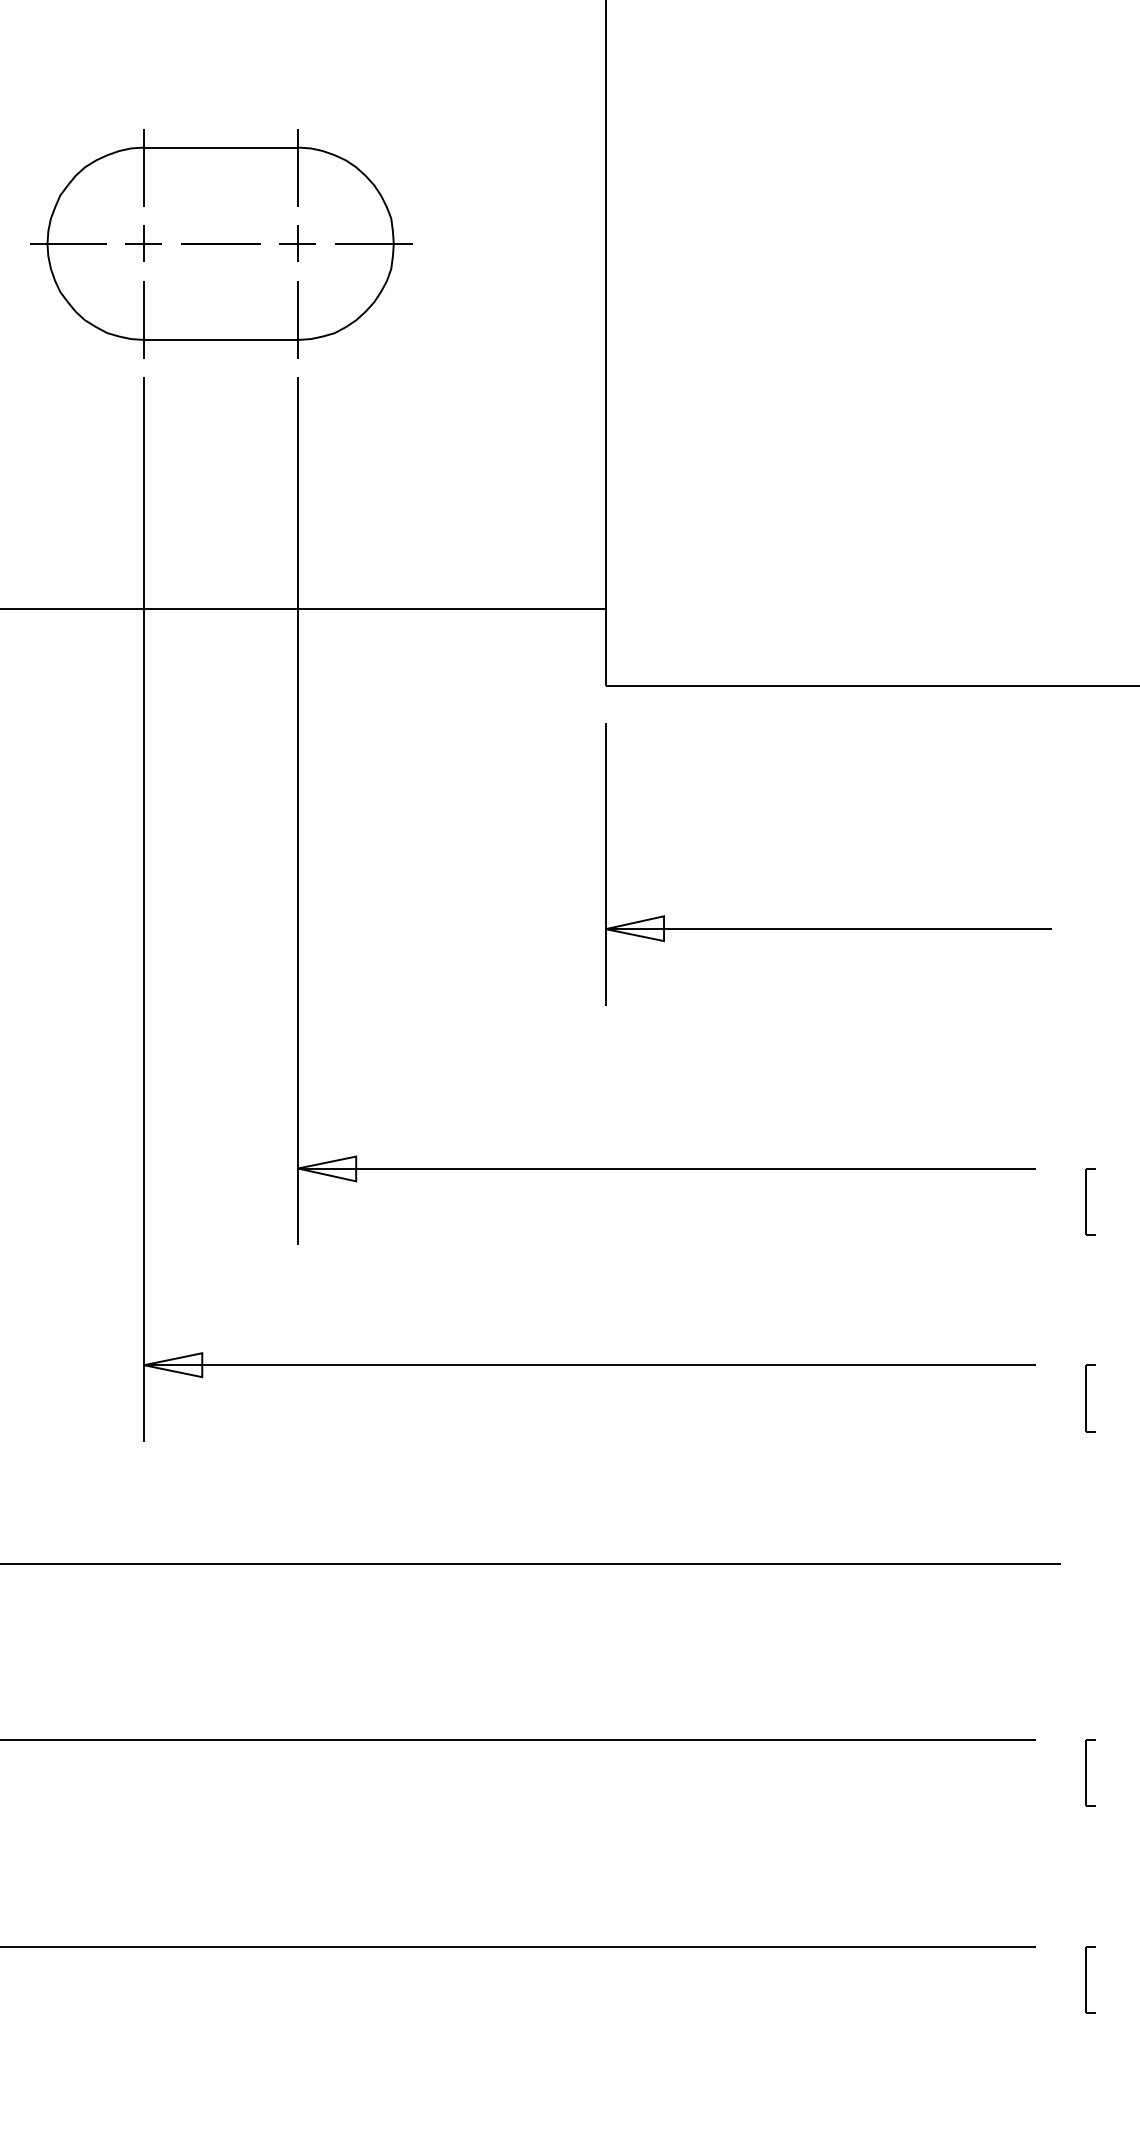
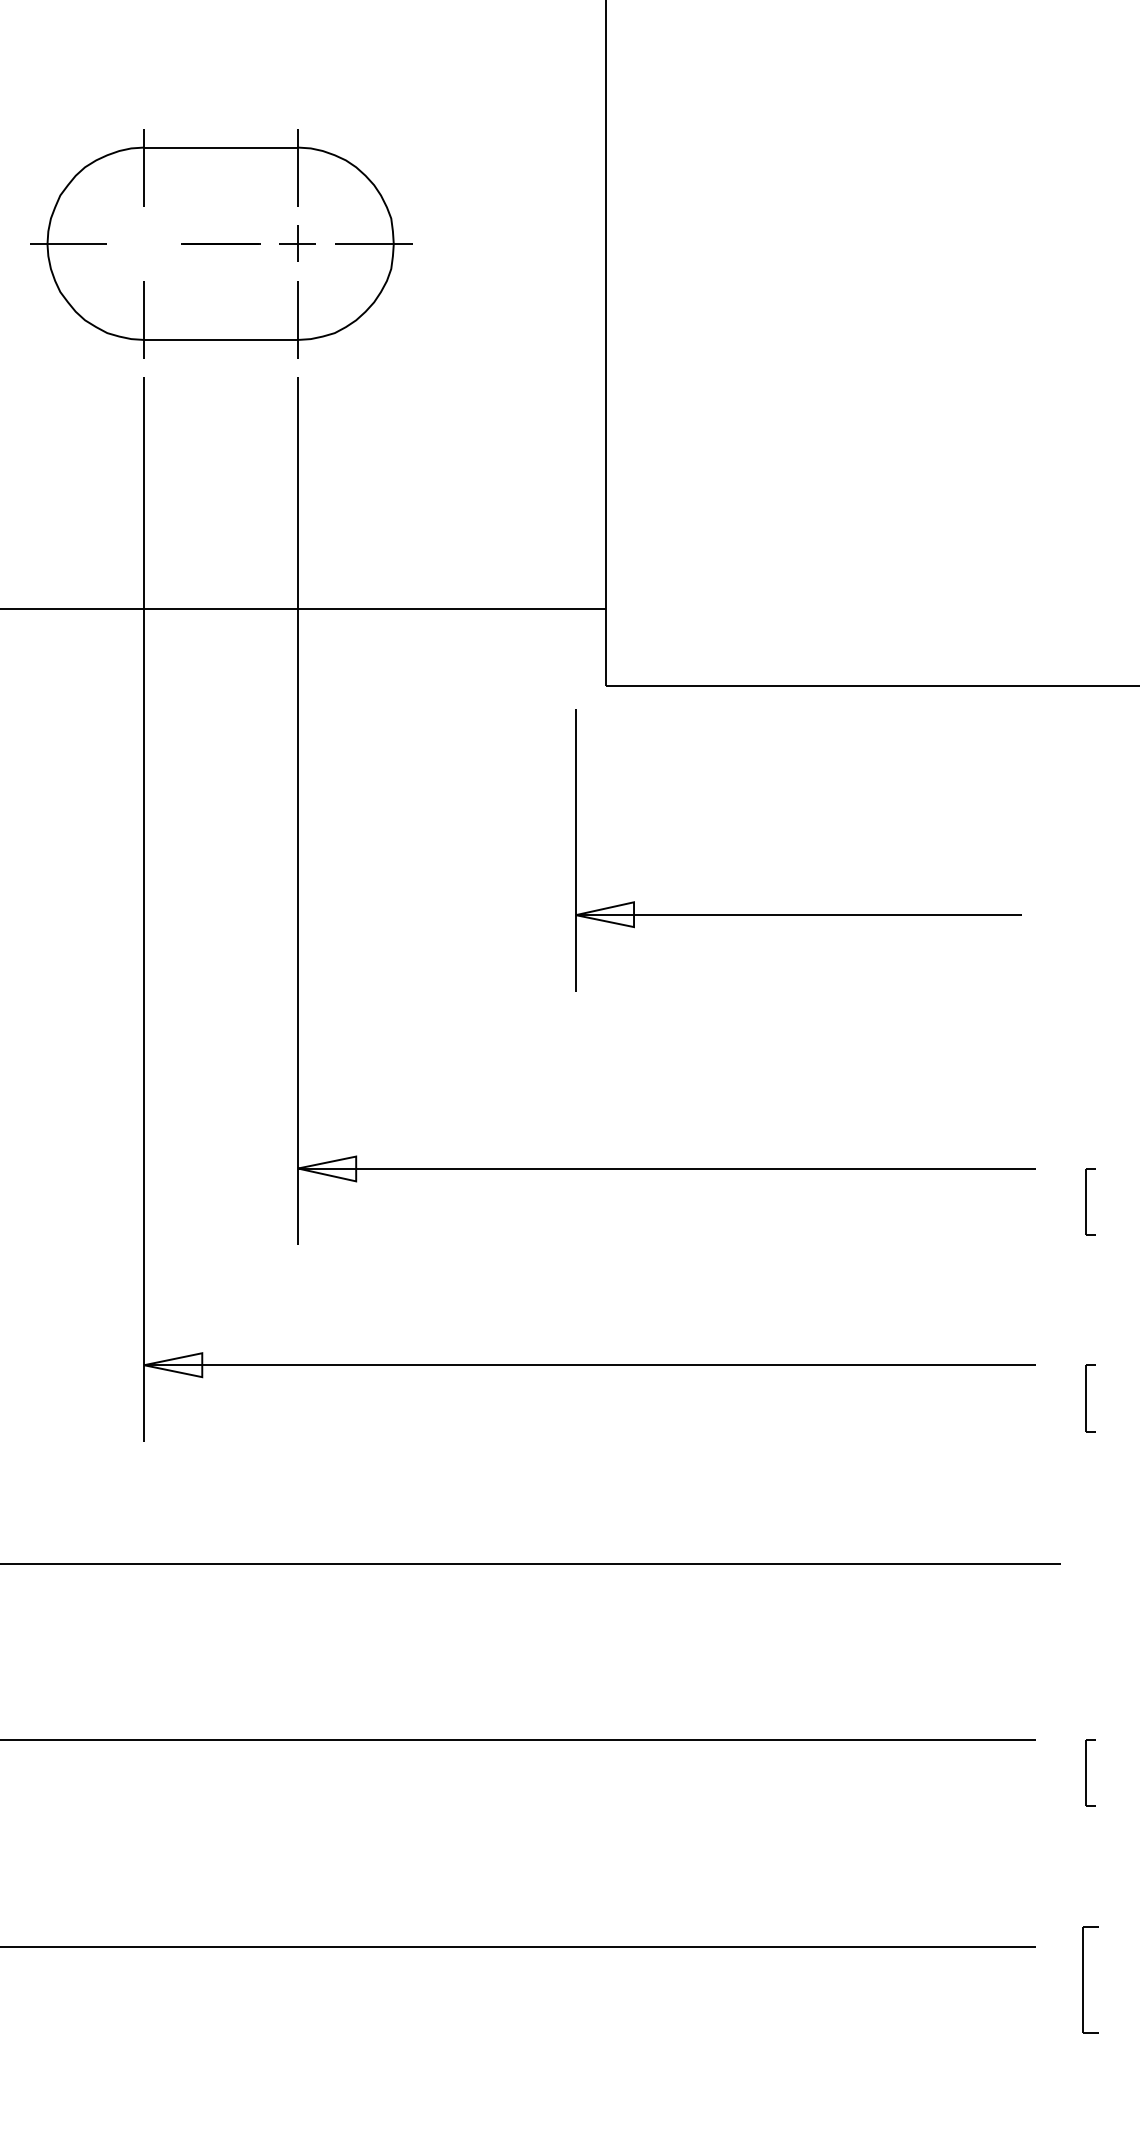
part at (143, 243): present -> none
part at (828, 928) position: (828, 928) -> (798, 914)
part at (1090, 1979) size: 11x68 px -> 17x108 px
